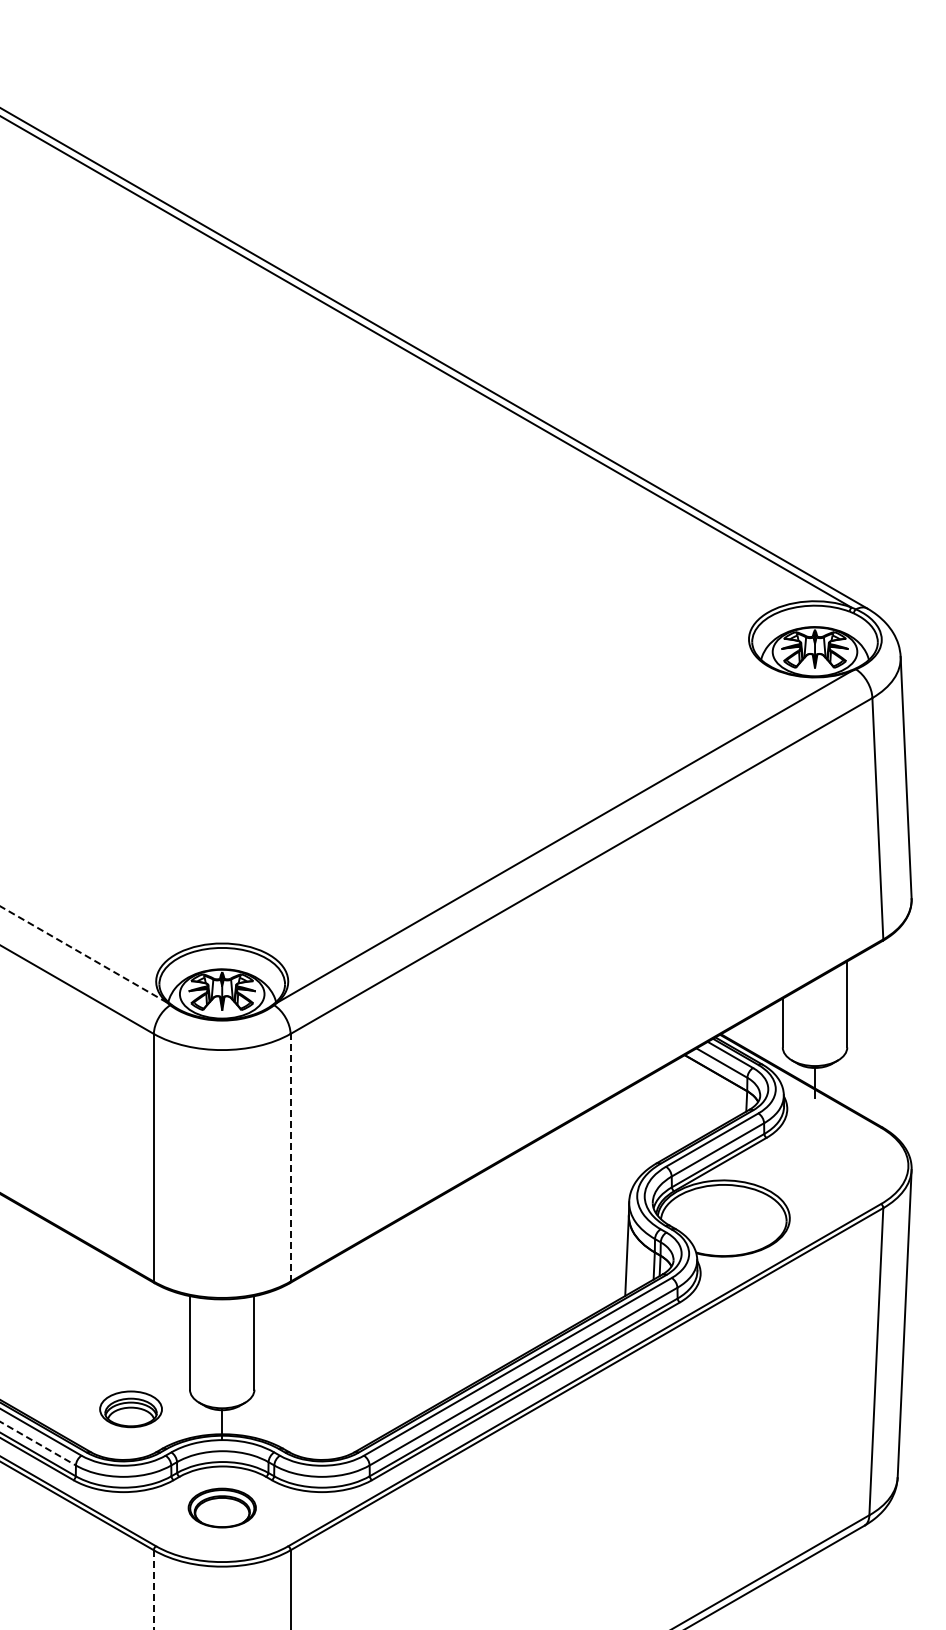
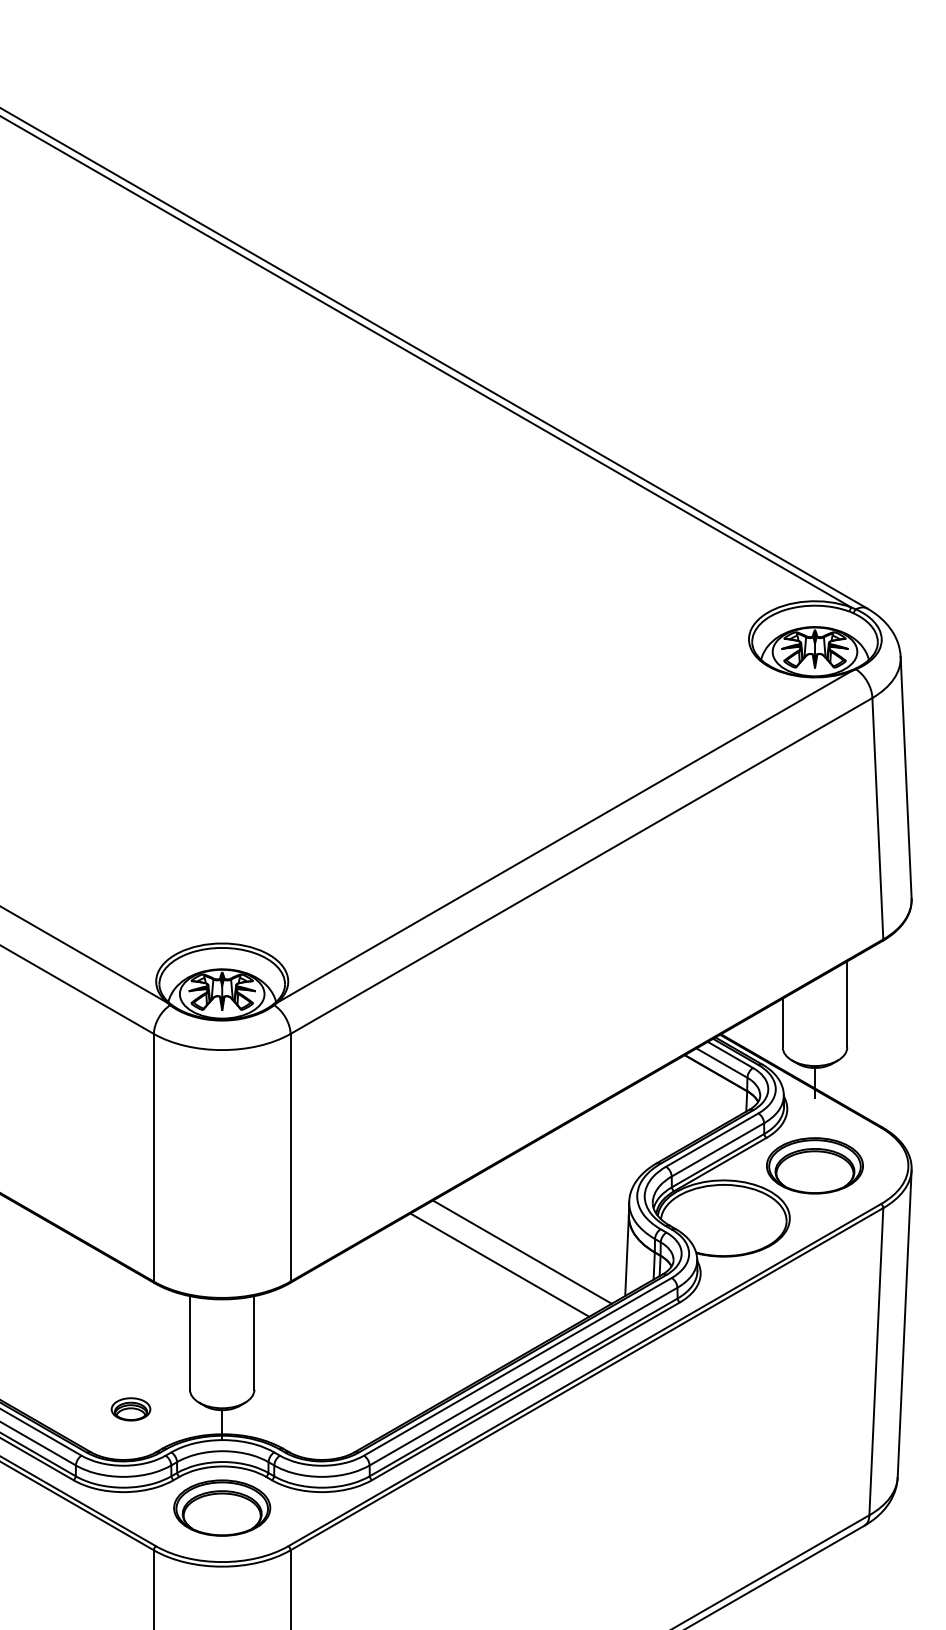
line at (83, 954): dashed -> solid
line at (290, 1157): dashed -> solid
part at (814, 1165): none -> present
line at (522, 1251): none -> present
line at (499, 1264): none -> present
part at (130, 1409) size: 64x39 px -> 42x25 px
line at (38, 1443): dashed -> solid
part at (221, 1507) size: 70x42 px -> 99x58 px
line at (153, 1590): dashed -> solid
